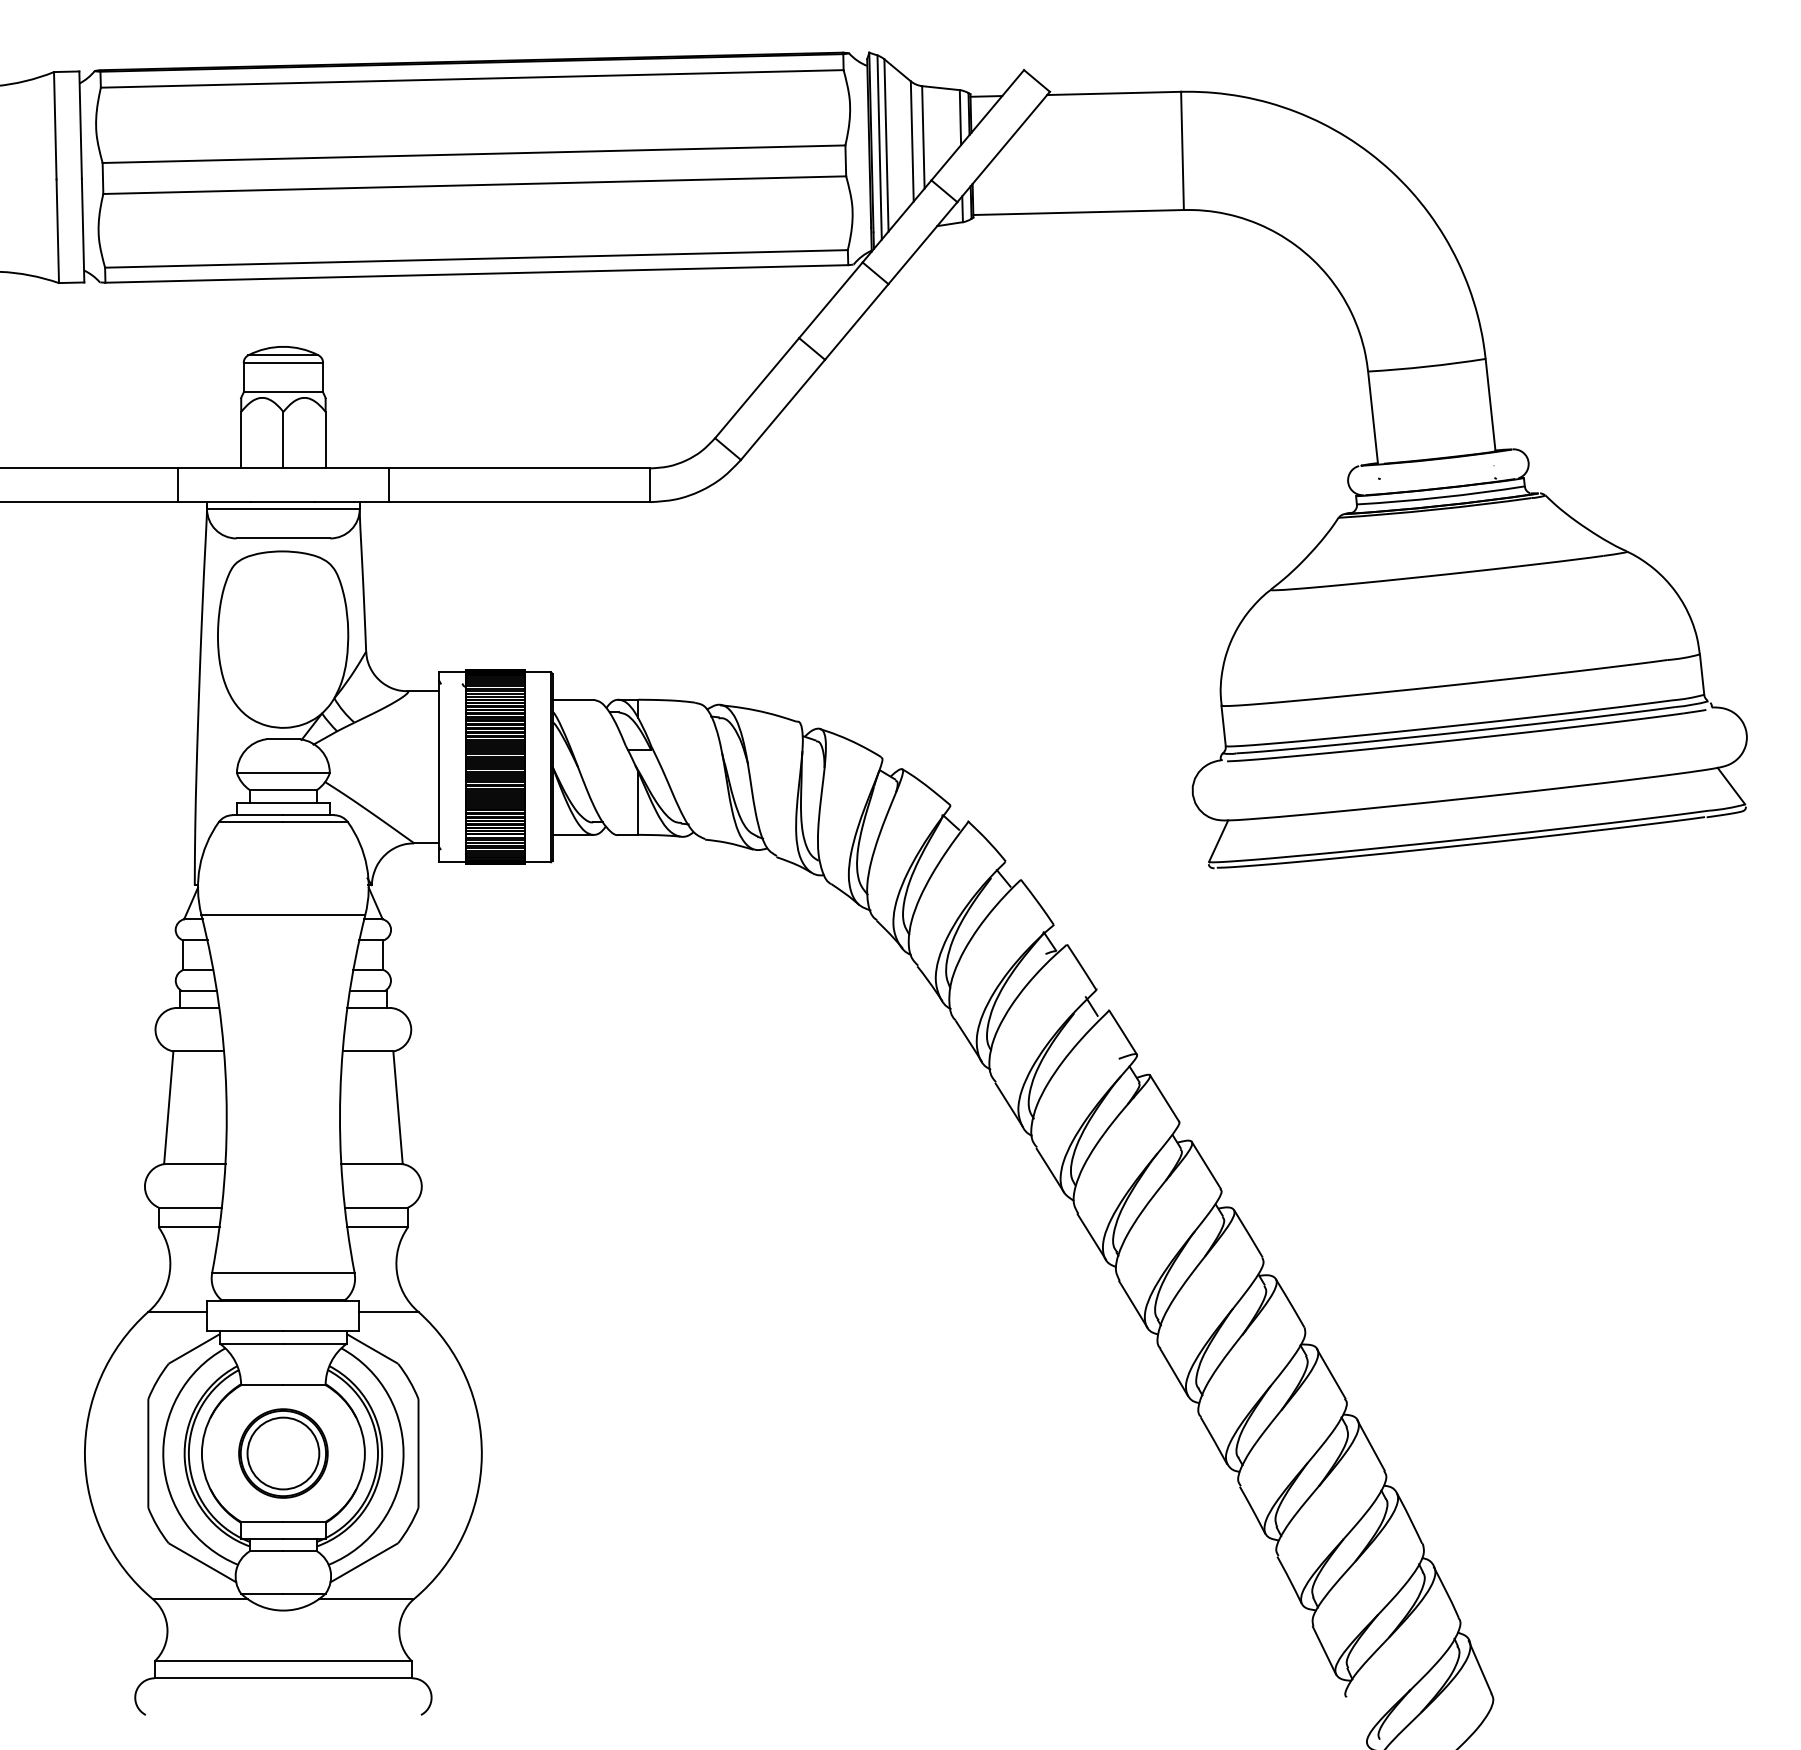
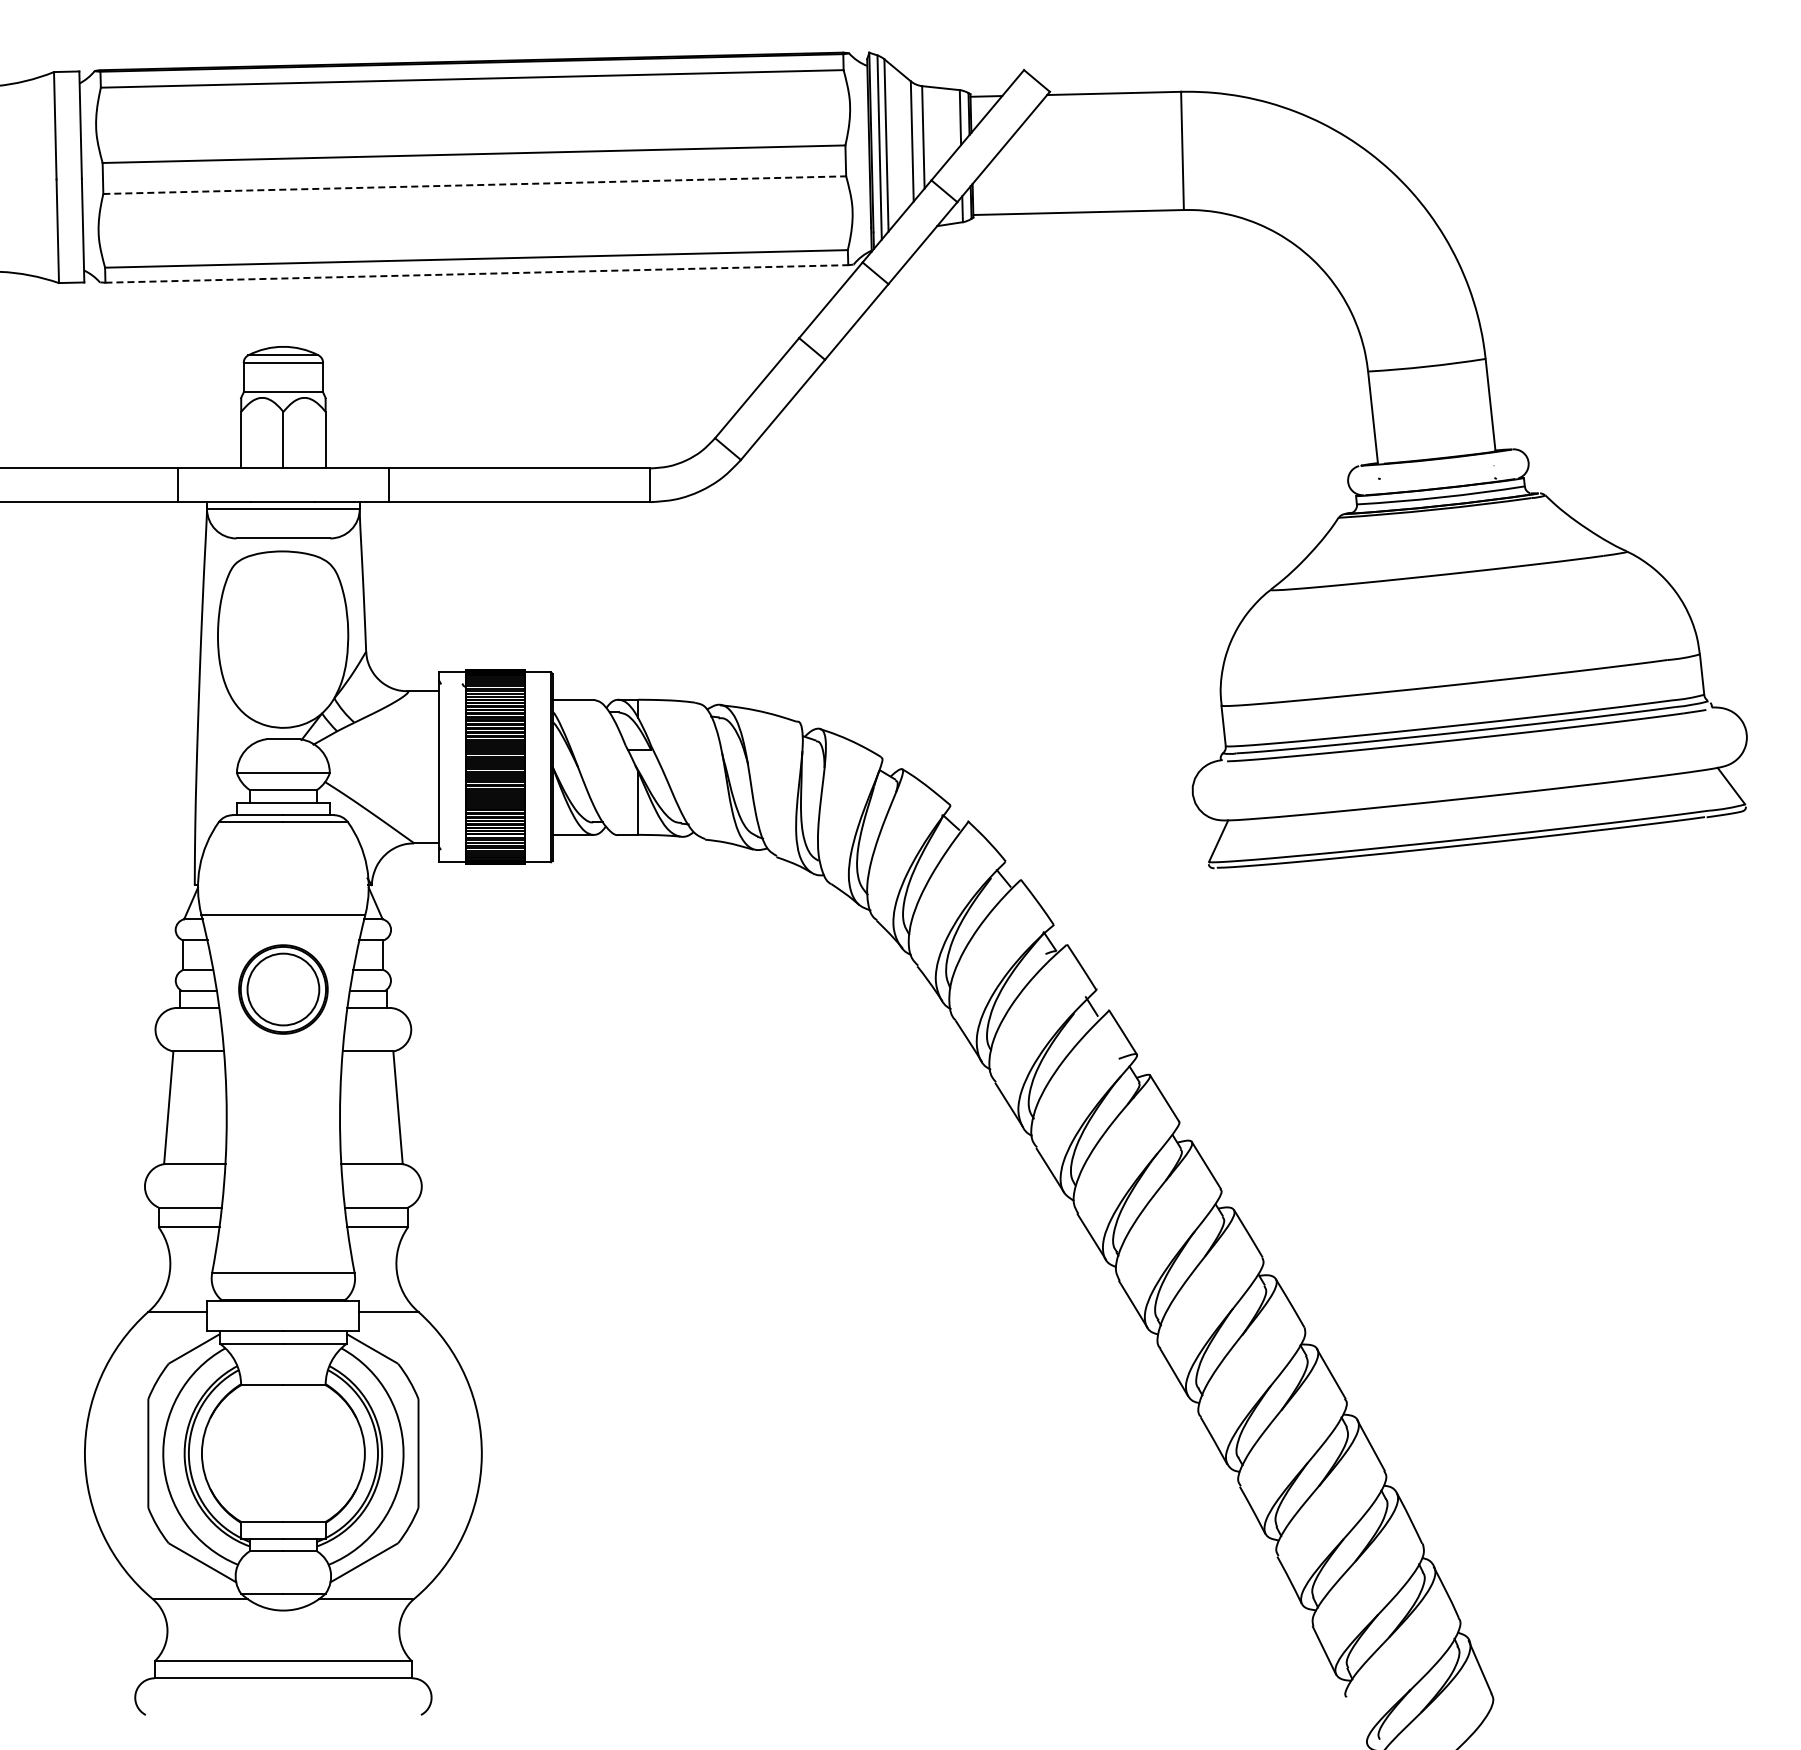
line at (474, 185): solid -> dashed
line at (476, 273): solid -> dashed
part at (283, 1453) position: (283, 1453) -> (283, 989)
